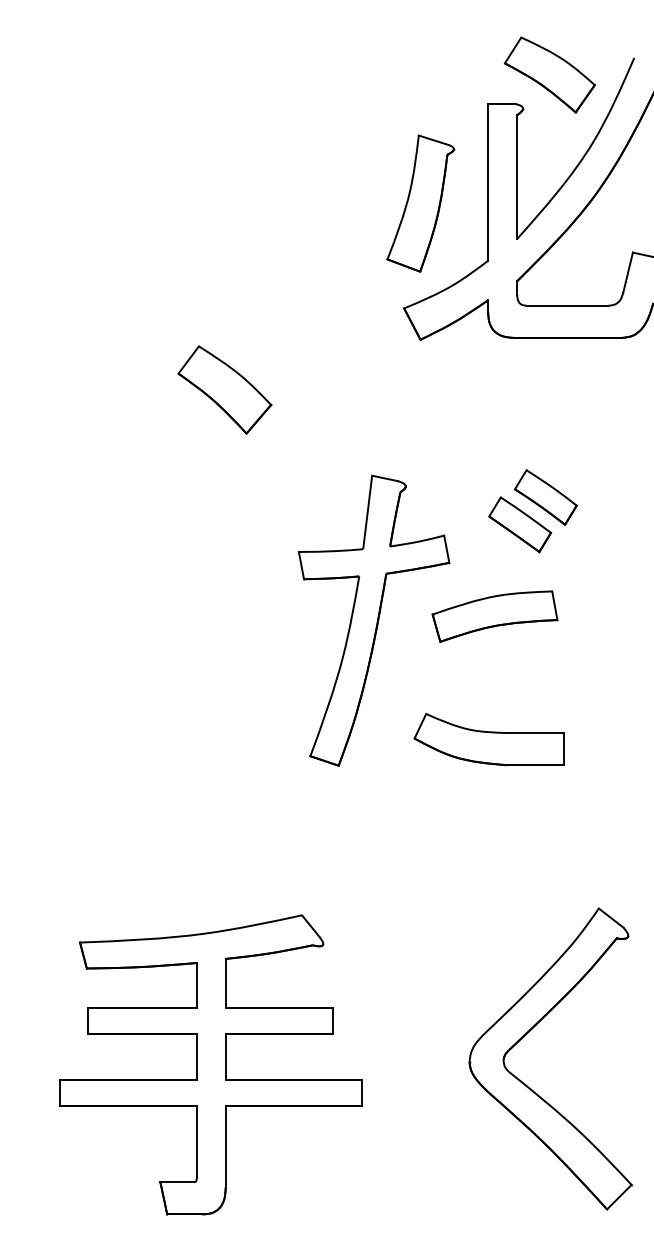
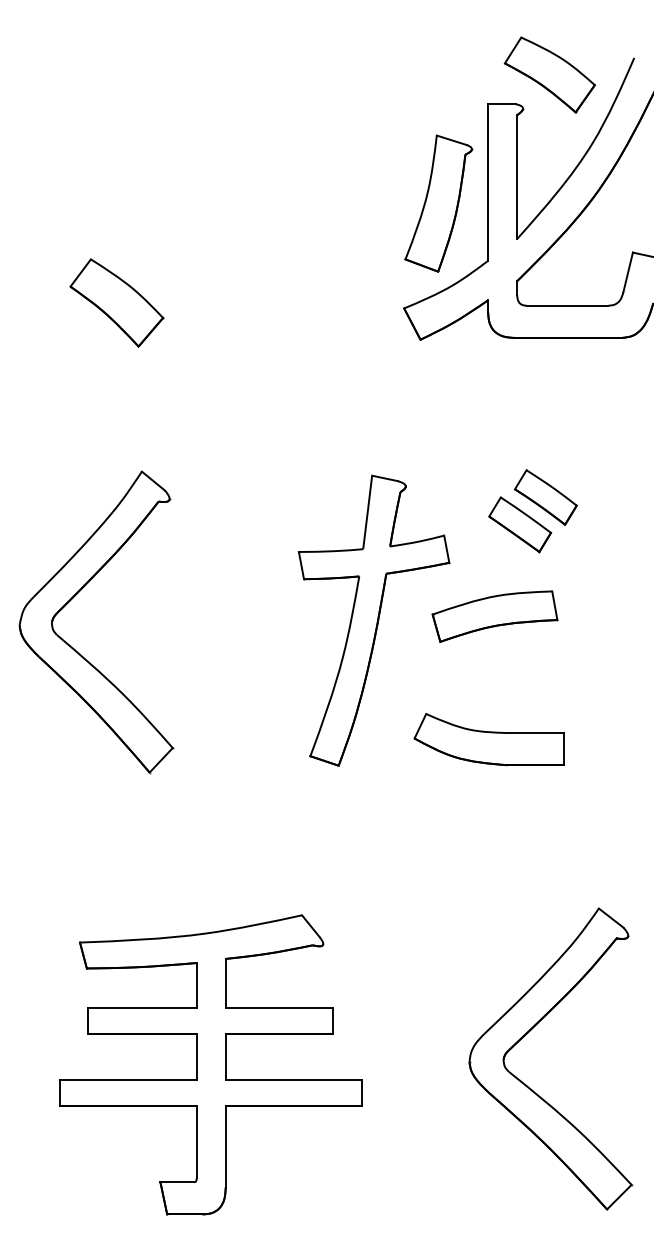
part at (420, 203) position: (420, 203) -> (438, 203)
part at (224, 389) position: (224, 389) -> (116, 302)
part at (73, 598): none -> present
